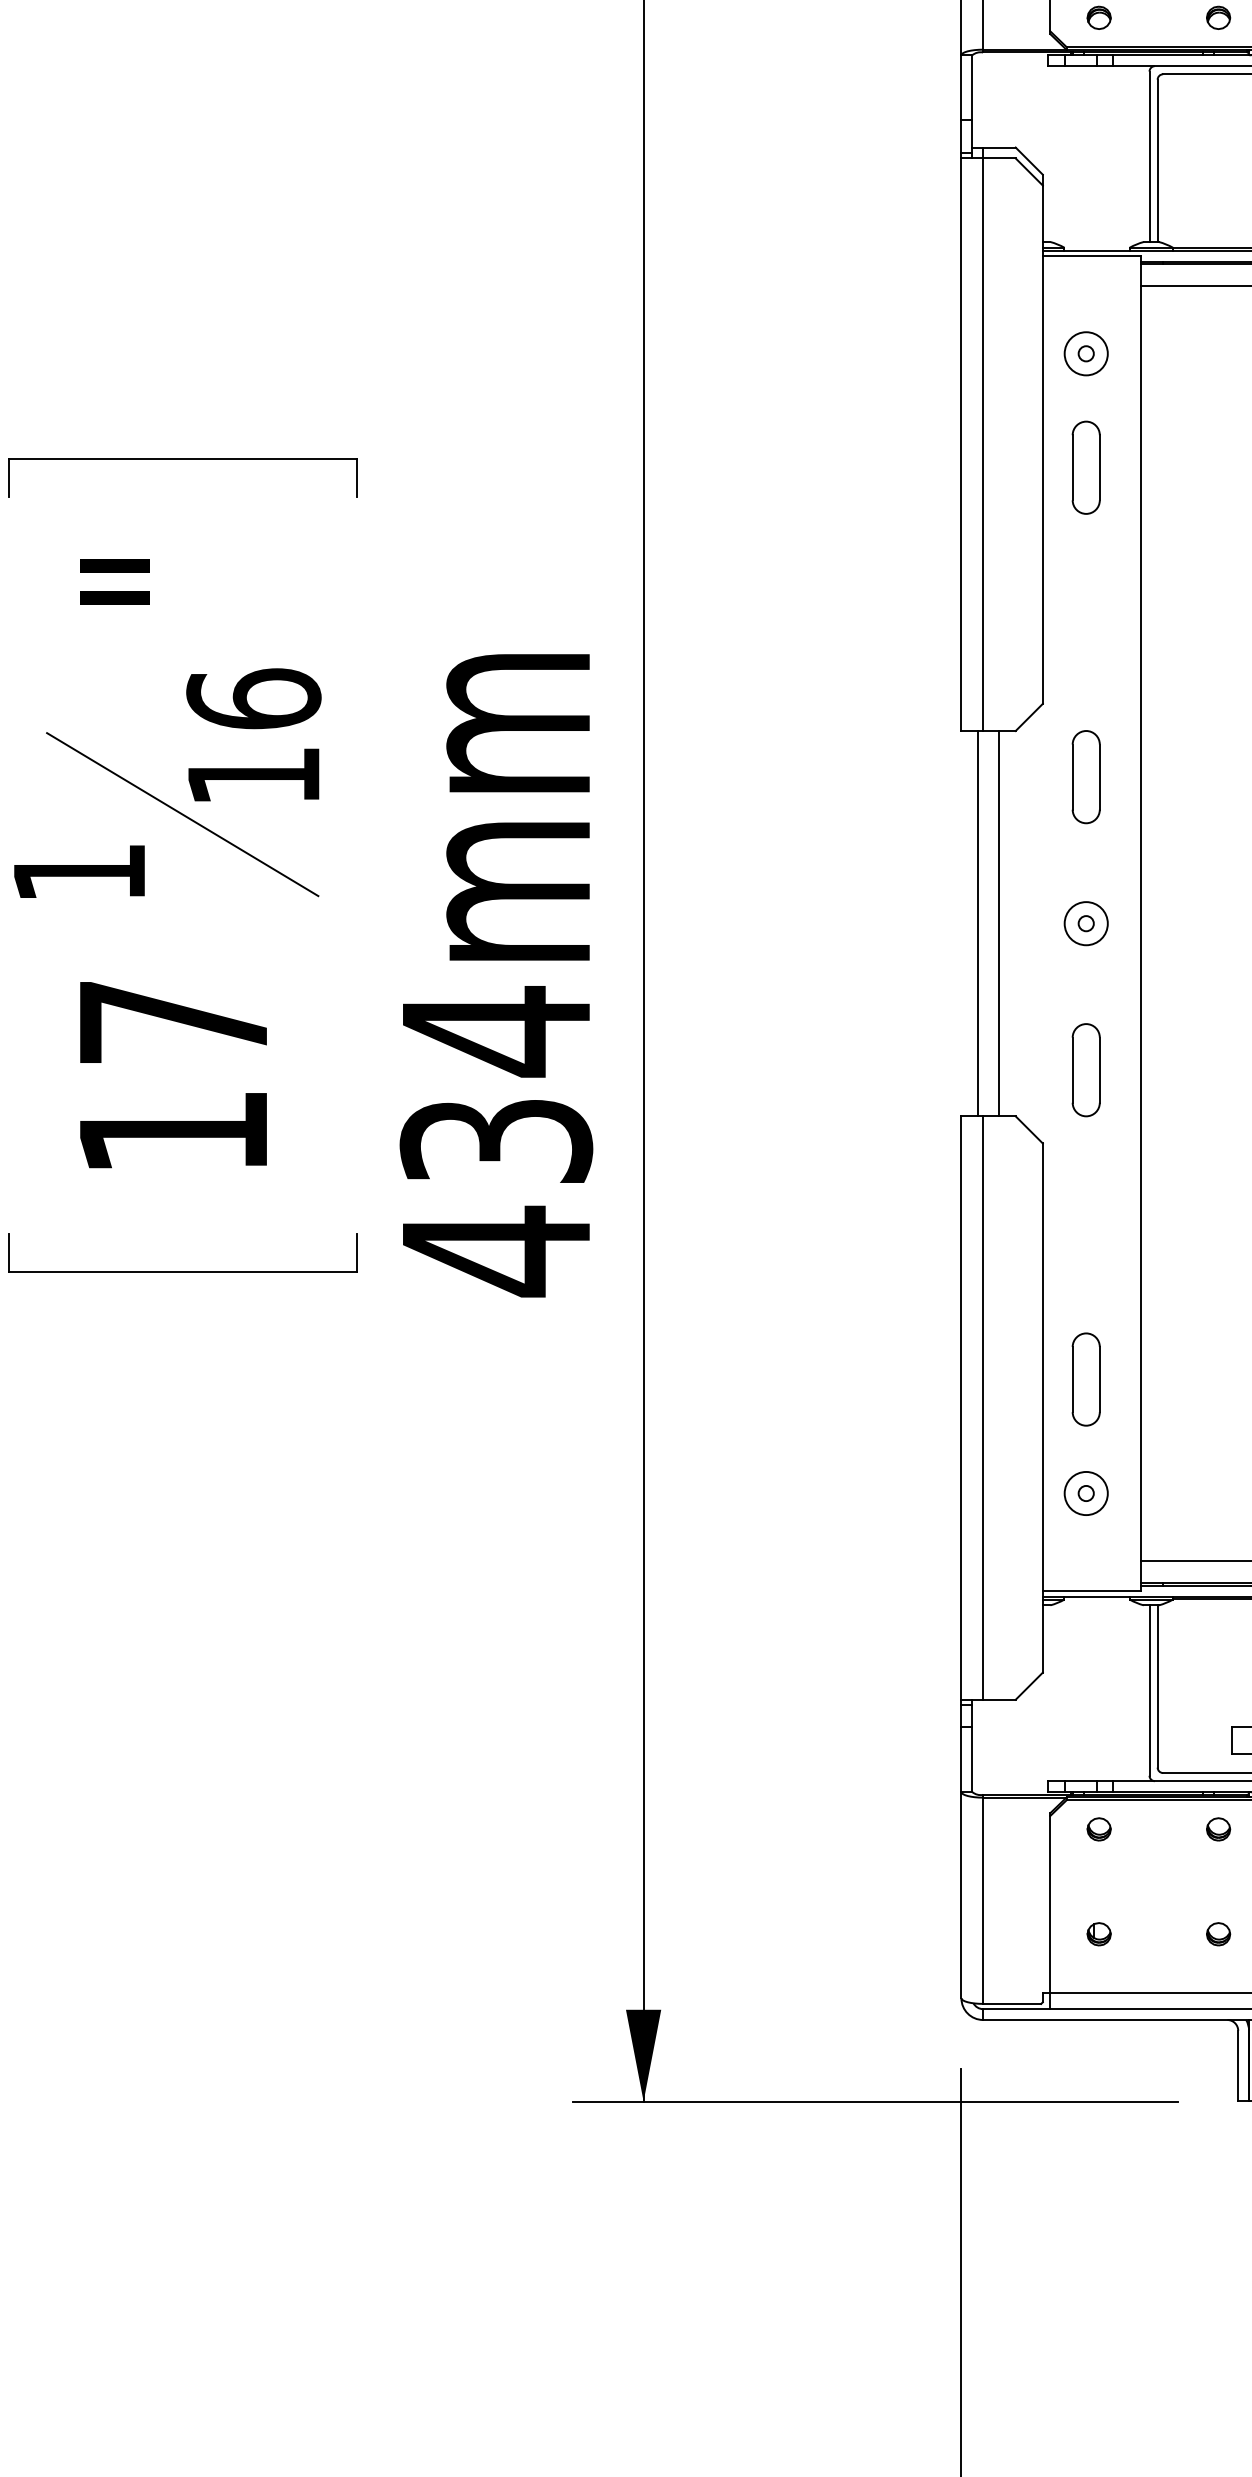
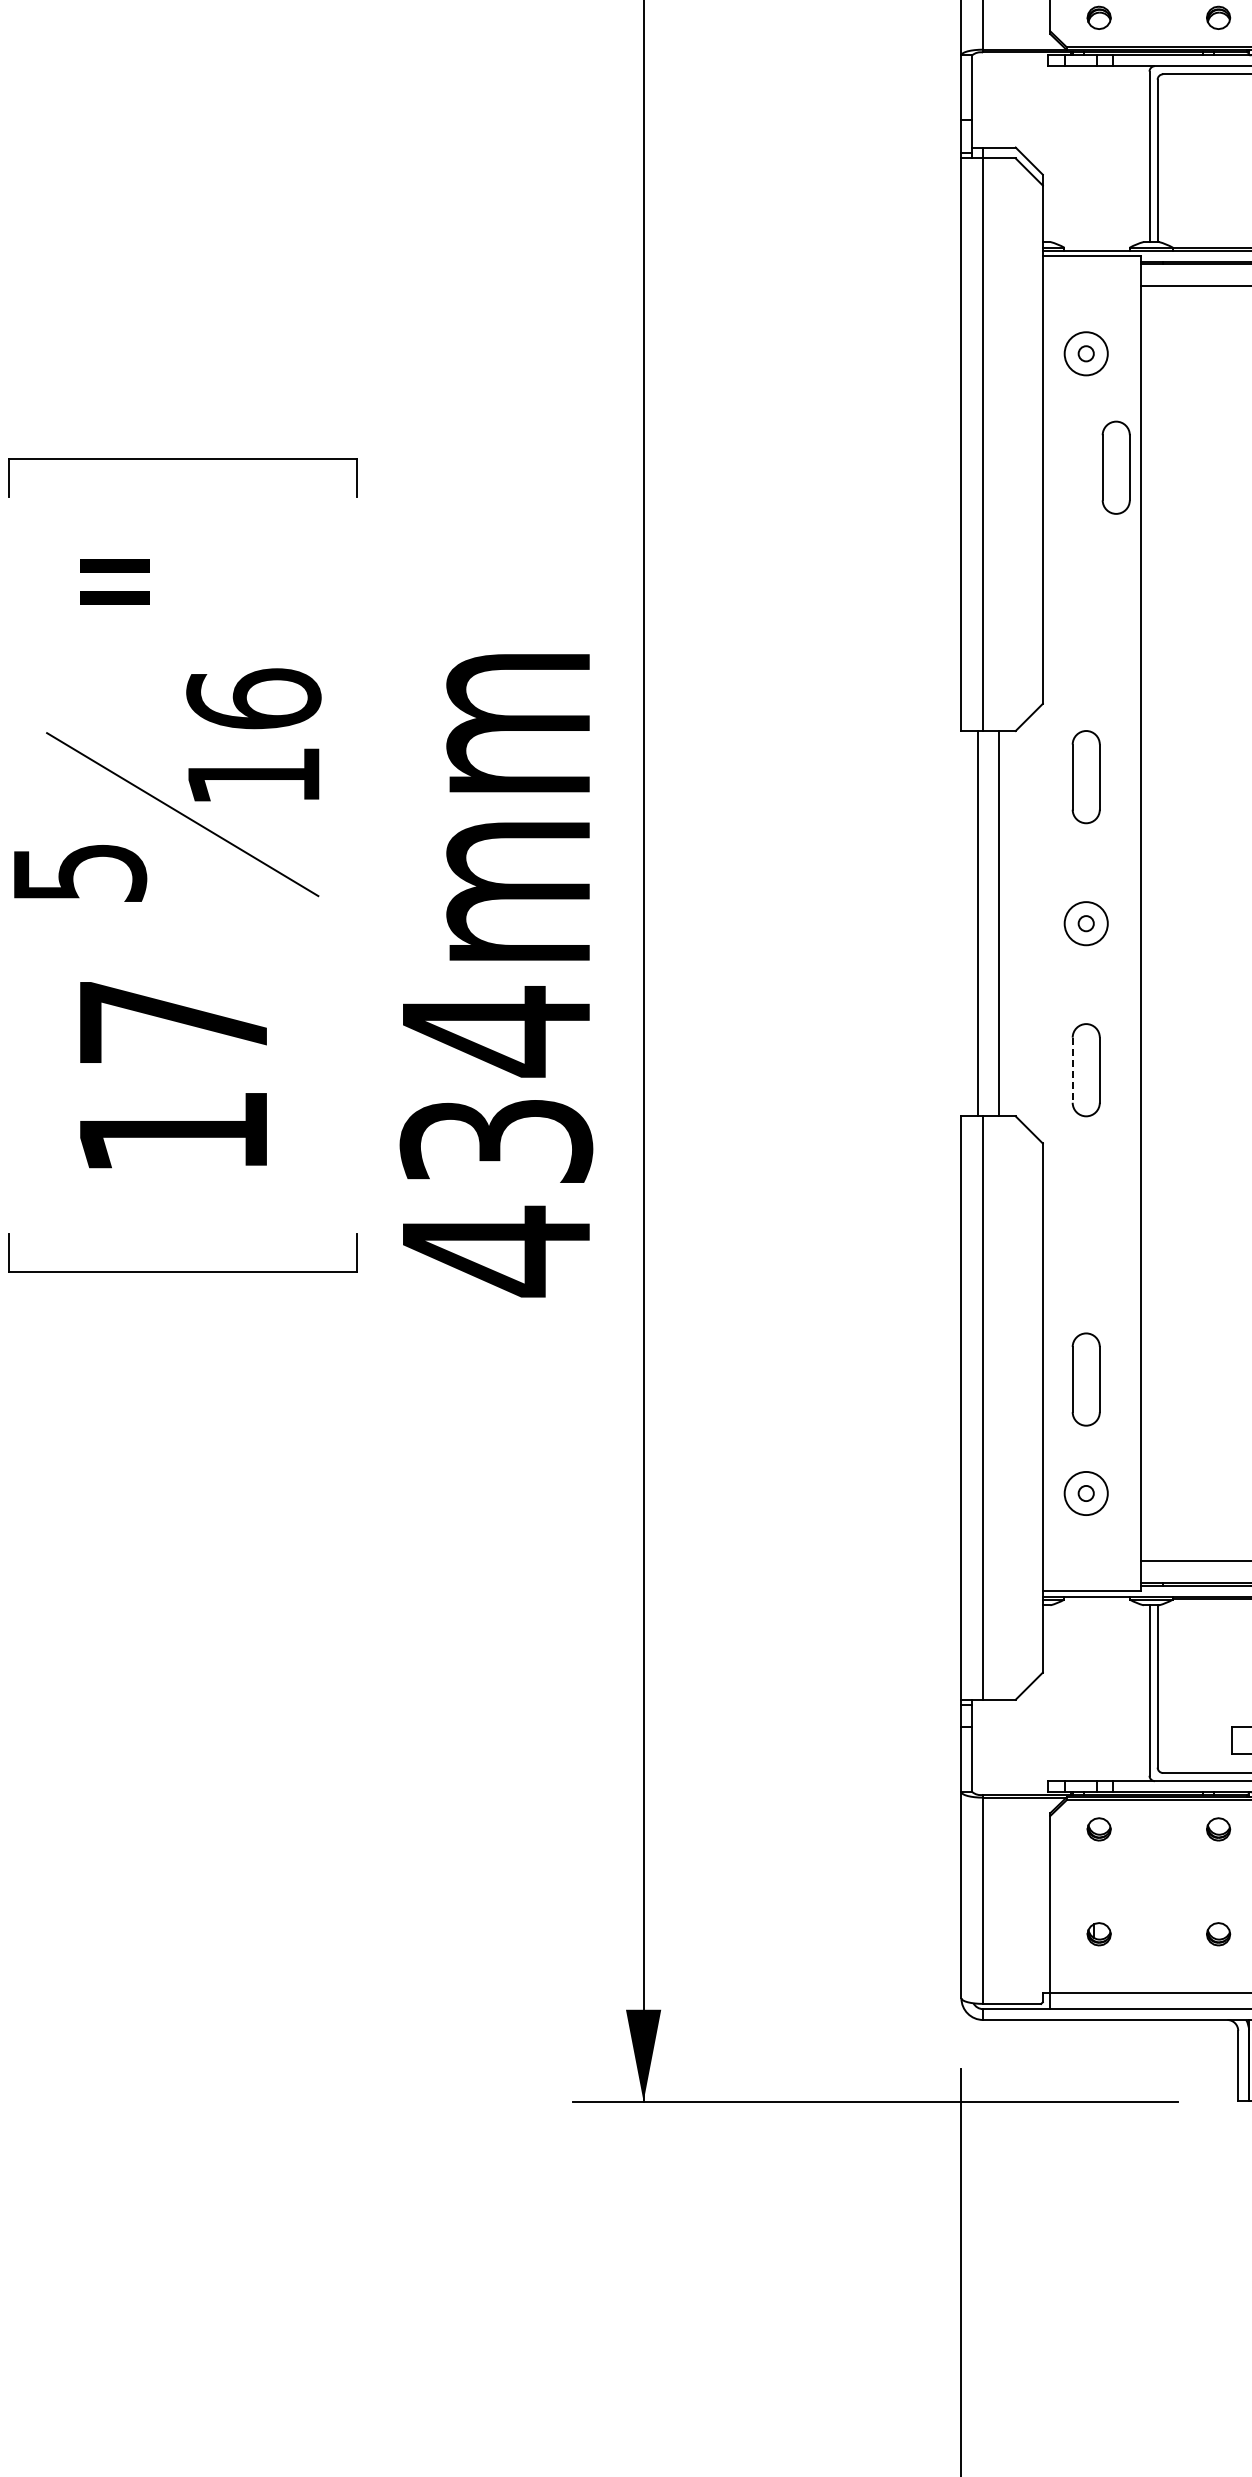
part at (1085, 467) position: (1085, 467) -> (1115, 467)
text at (80, 873): 1 -> 5
line at (1072, 1070): solid -> dashed
